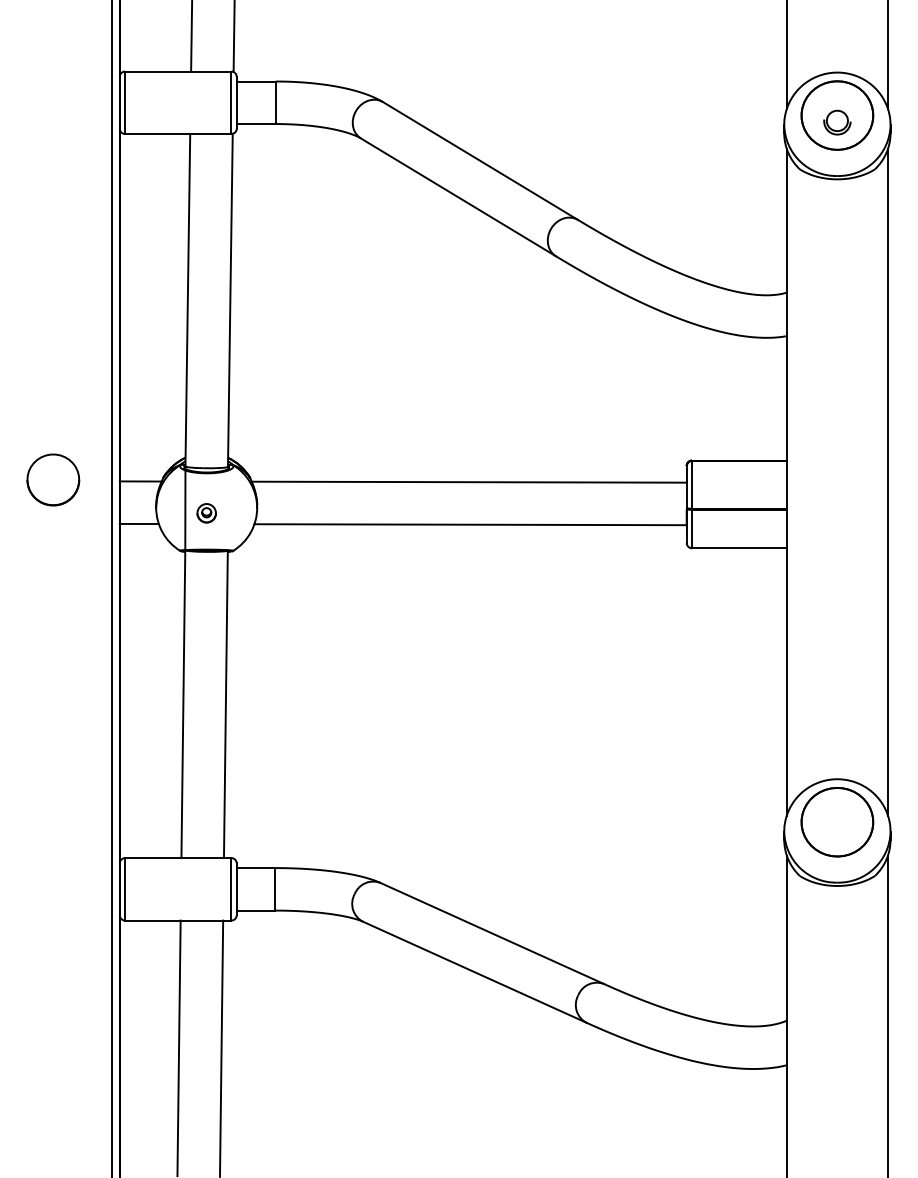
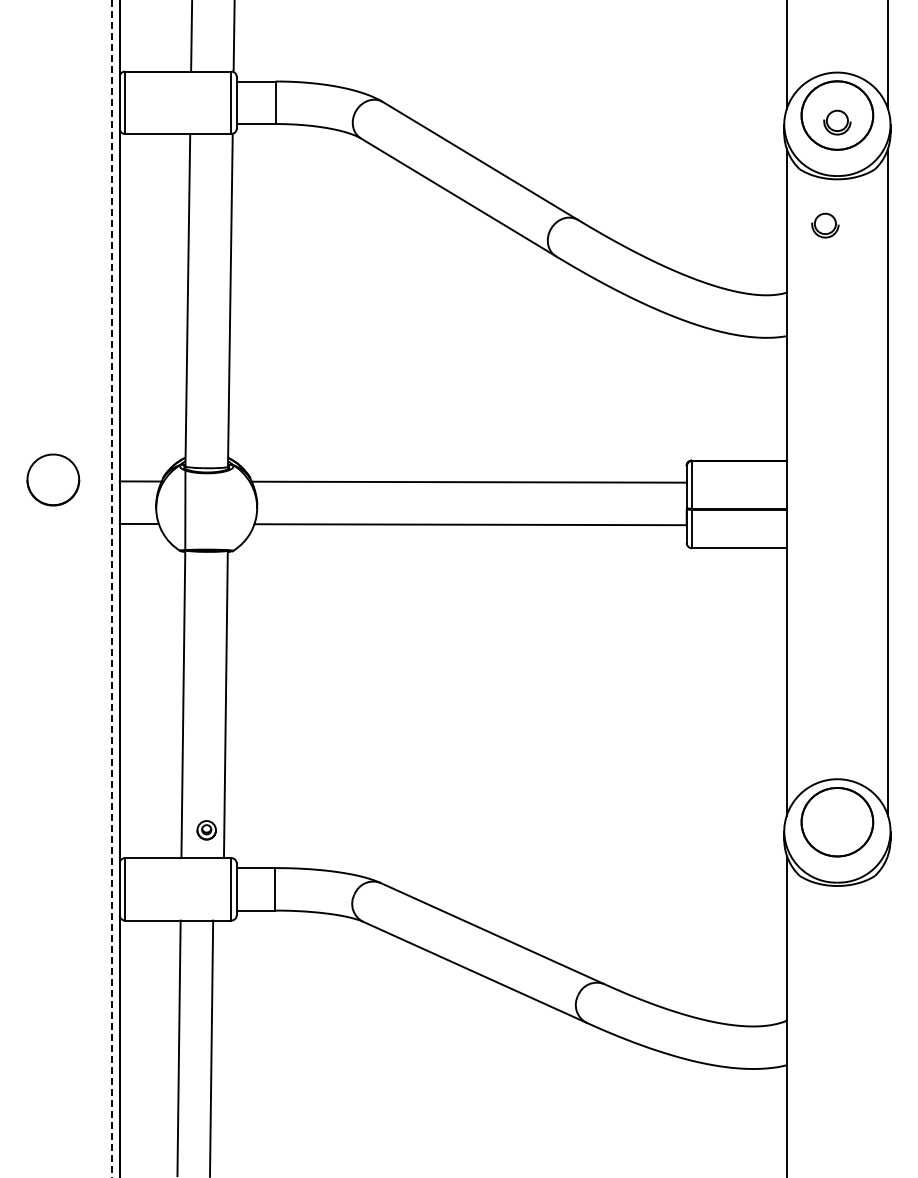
part at (825, 225): none -> present
part at (206, 513) position: (206, 513) -> (206, 830)
line at (111, 588): solid -> dashed
line at (887, 1014): present -> none
line at (221, 1047) position: (221, 1047) -> (211, 1047)
